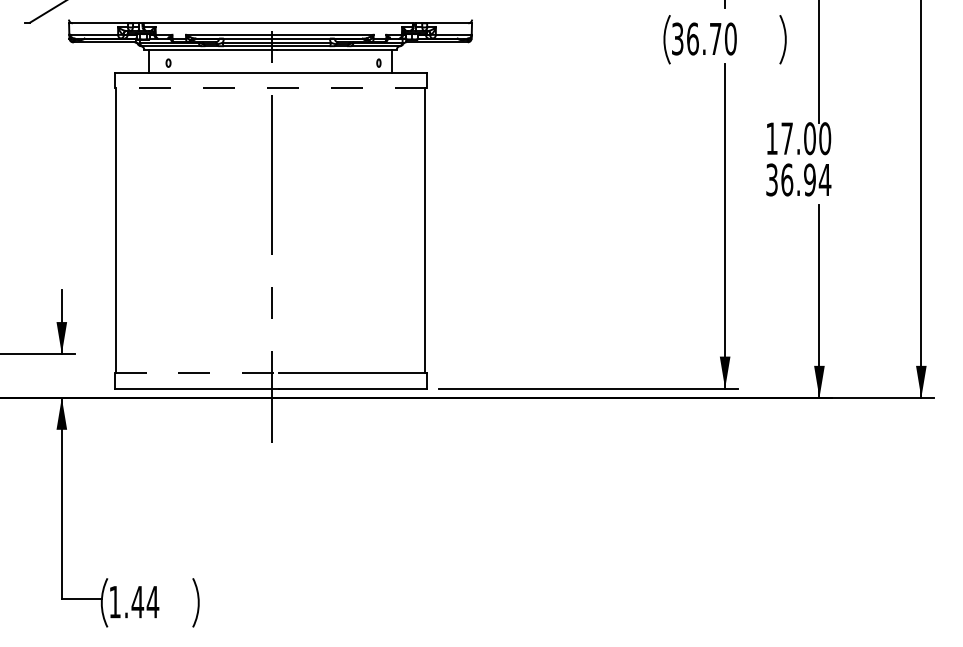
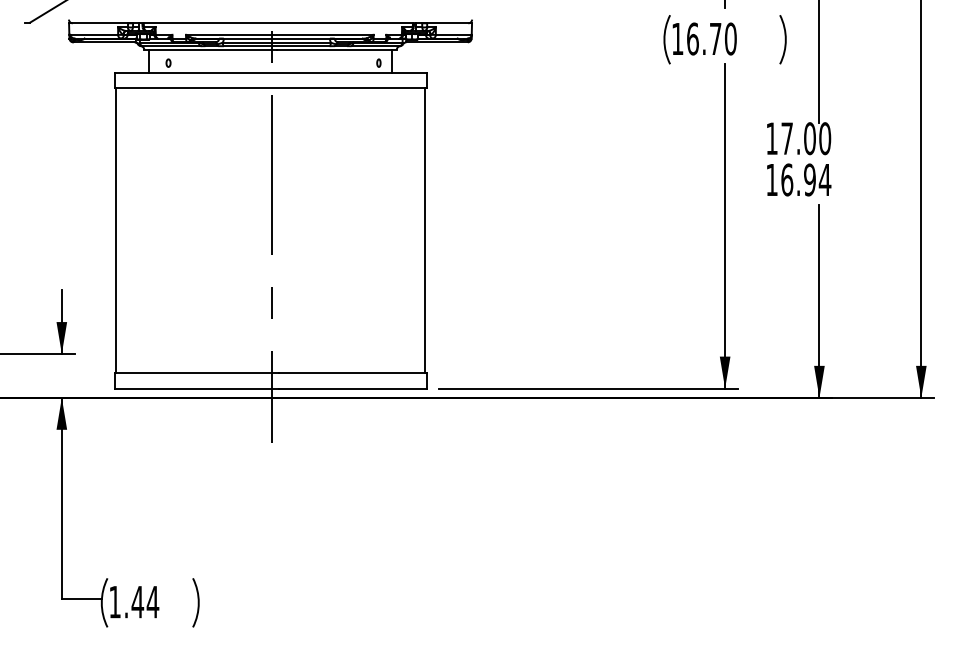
text at (677, 38): 36.70 -> 16.70
line at (270, 87): dashed -> solid
text at (771, 179): 36.94 -> 16.94
line at (197, 373): dashed -> solid
